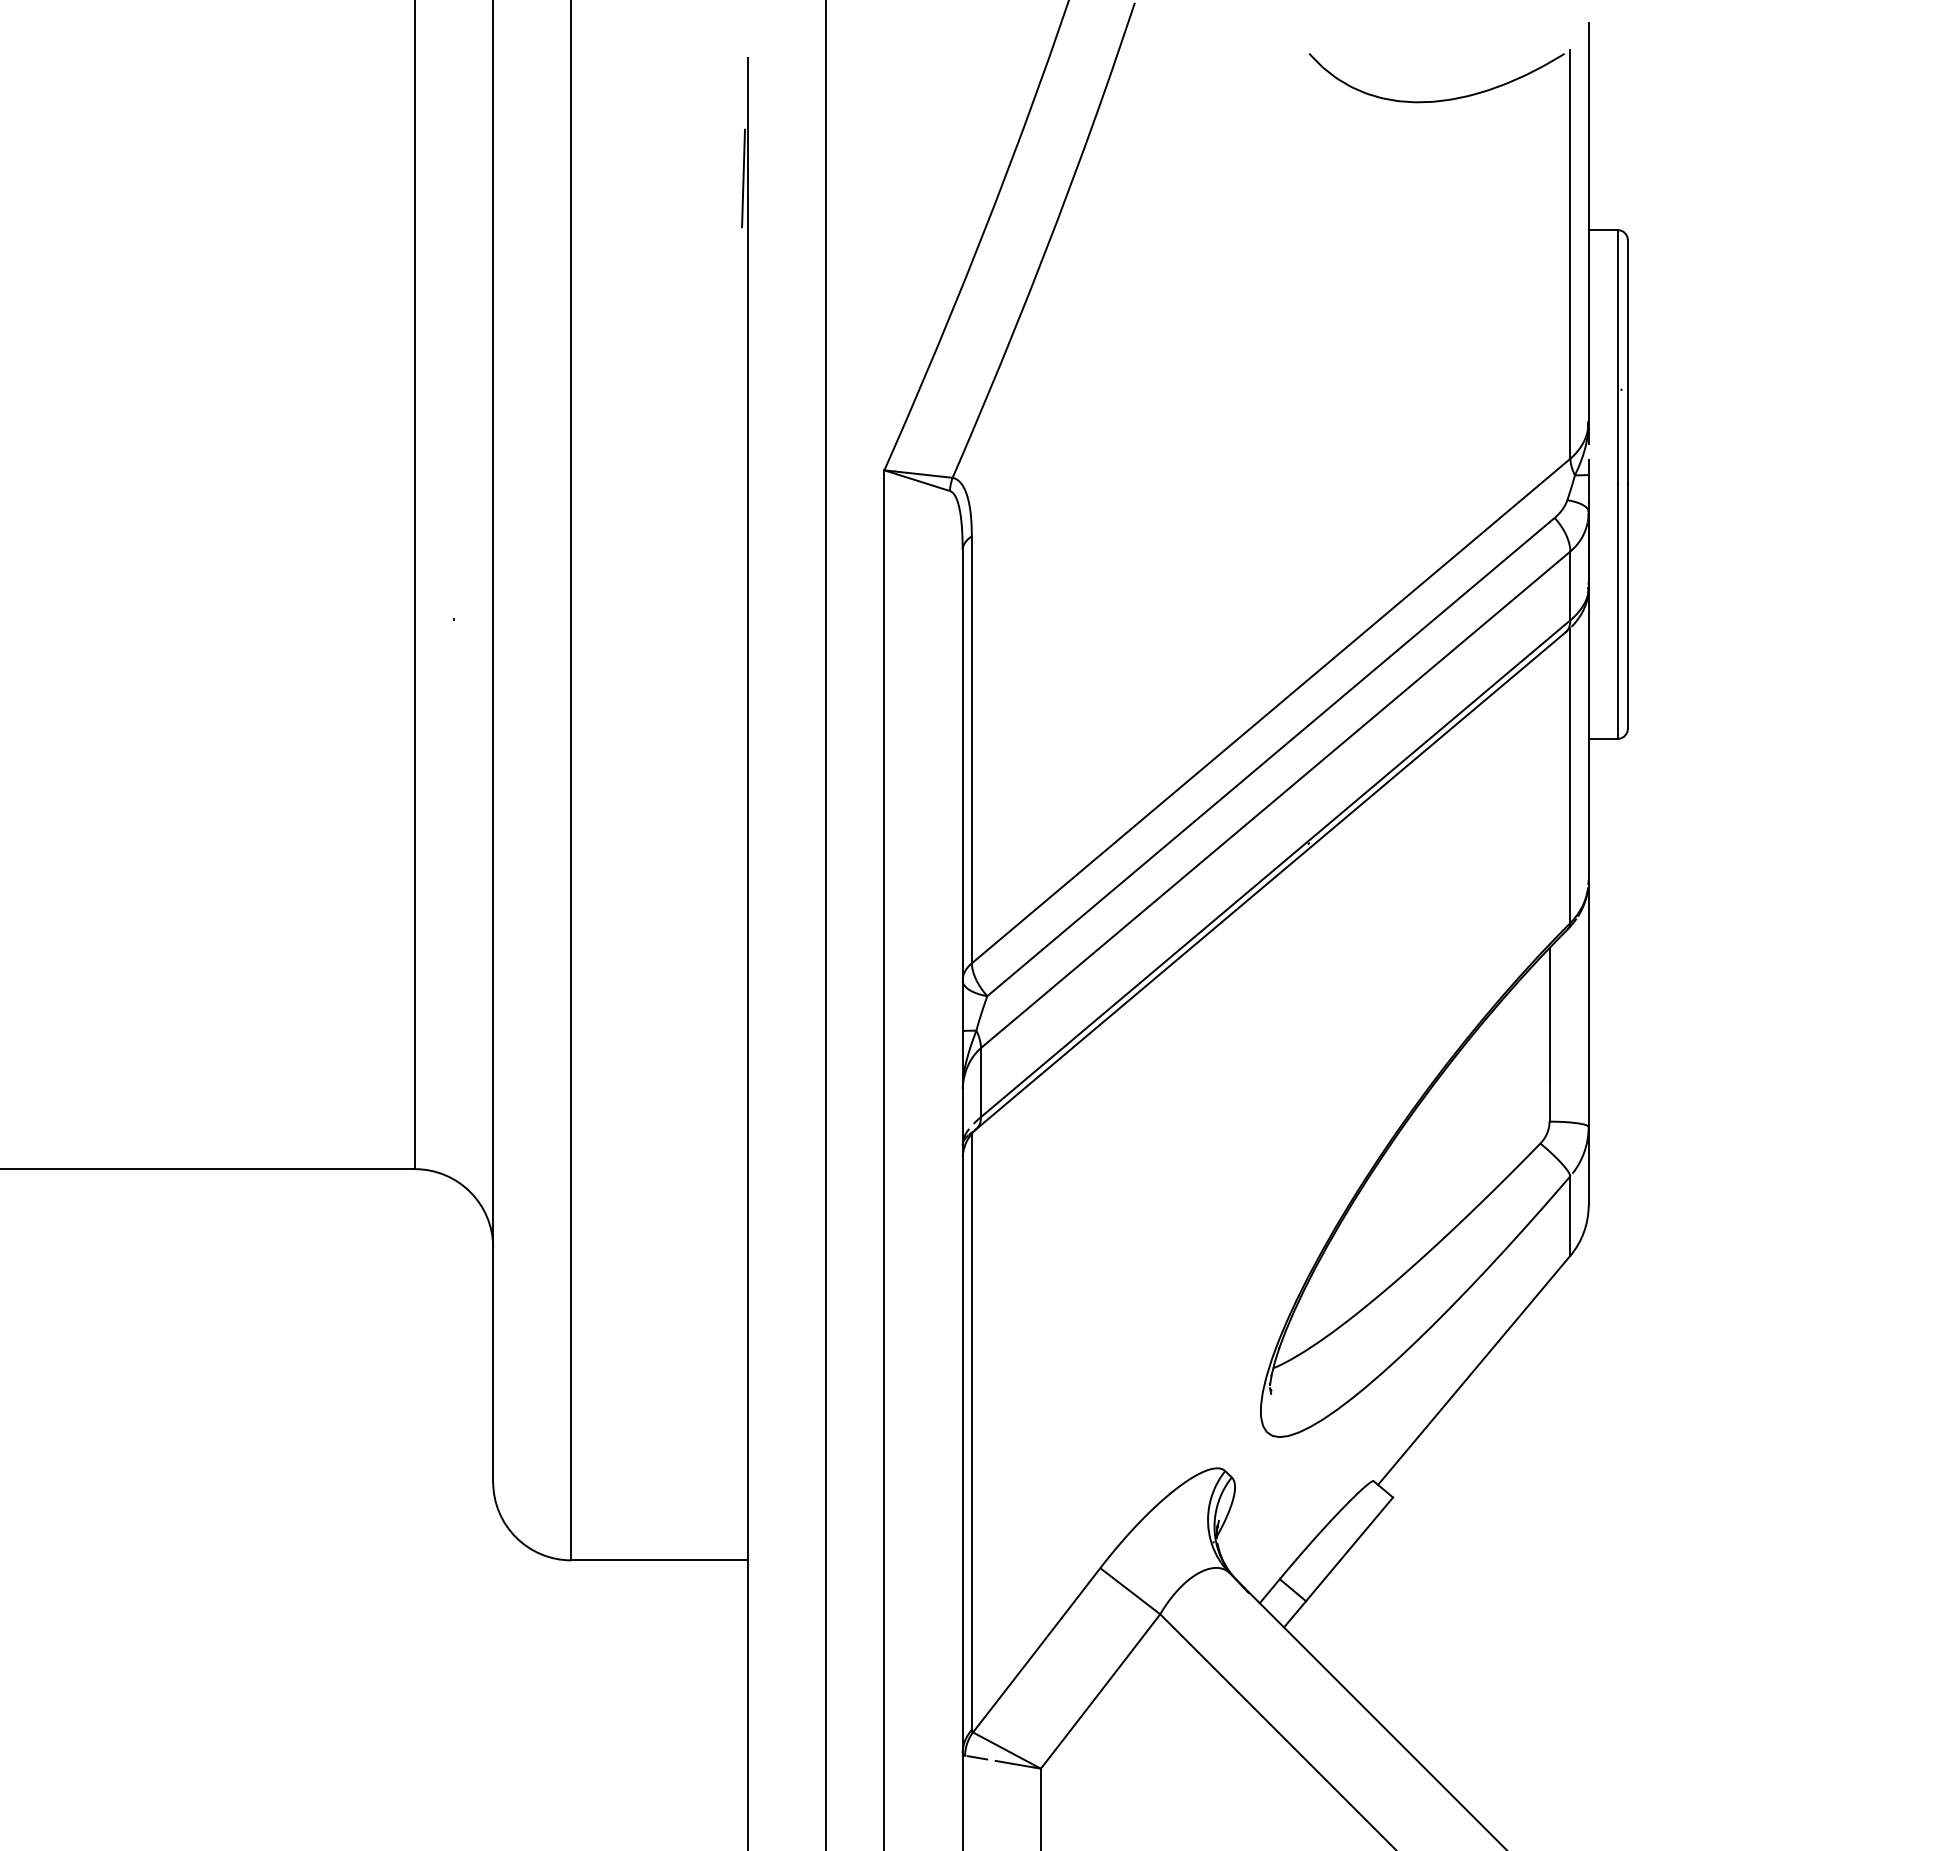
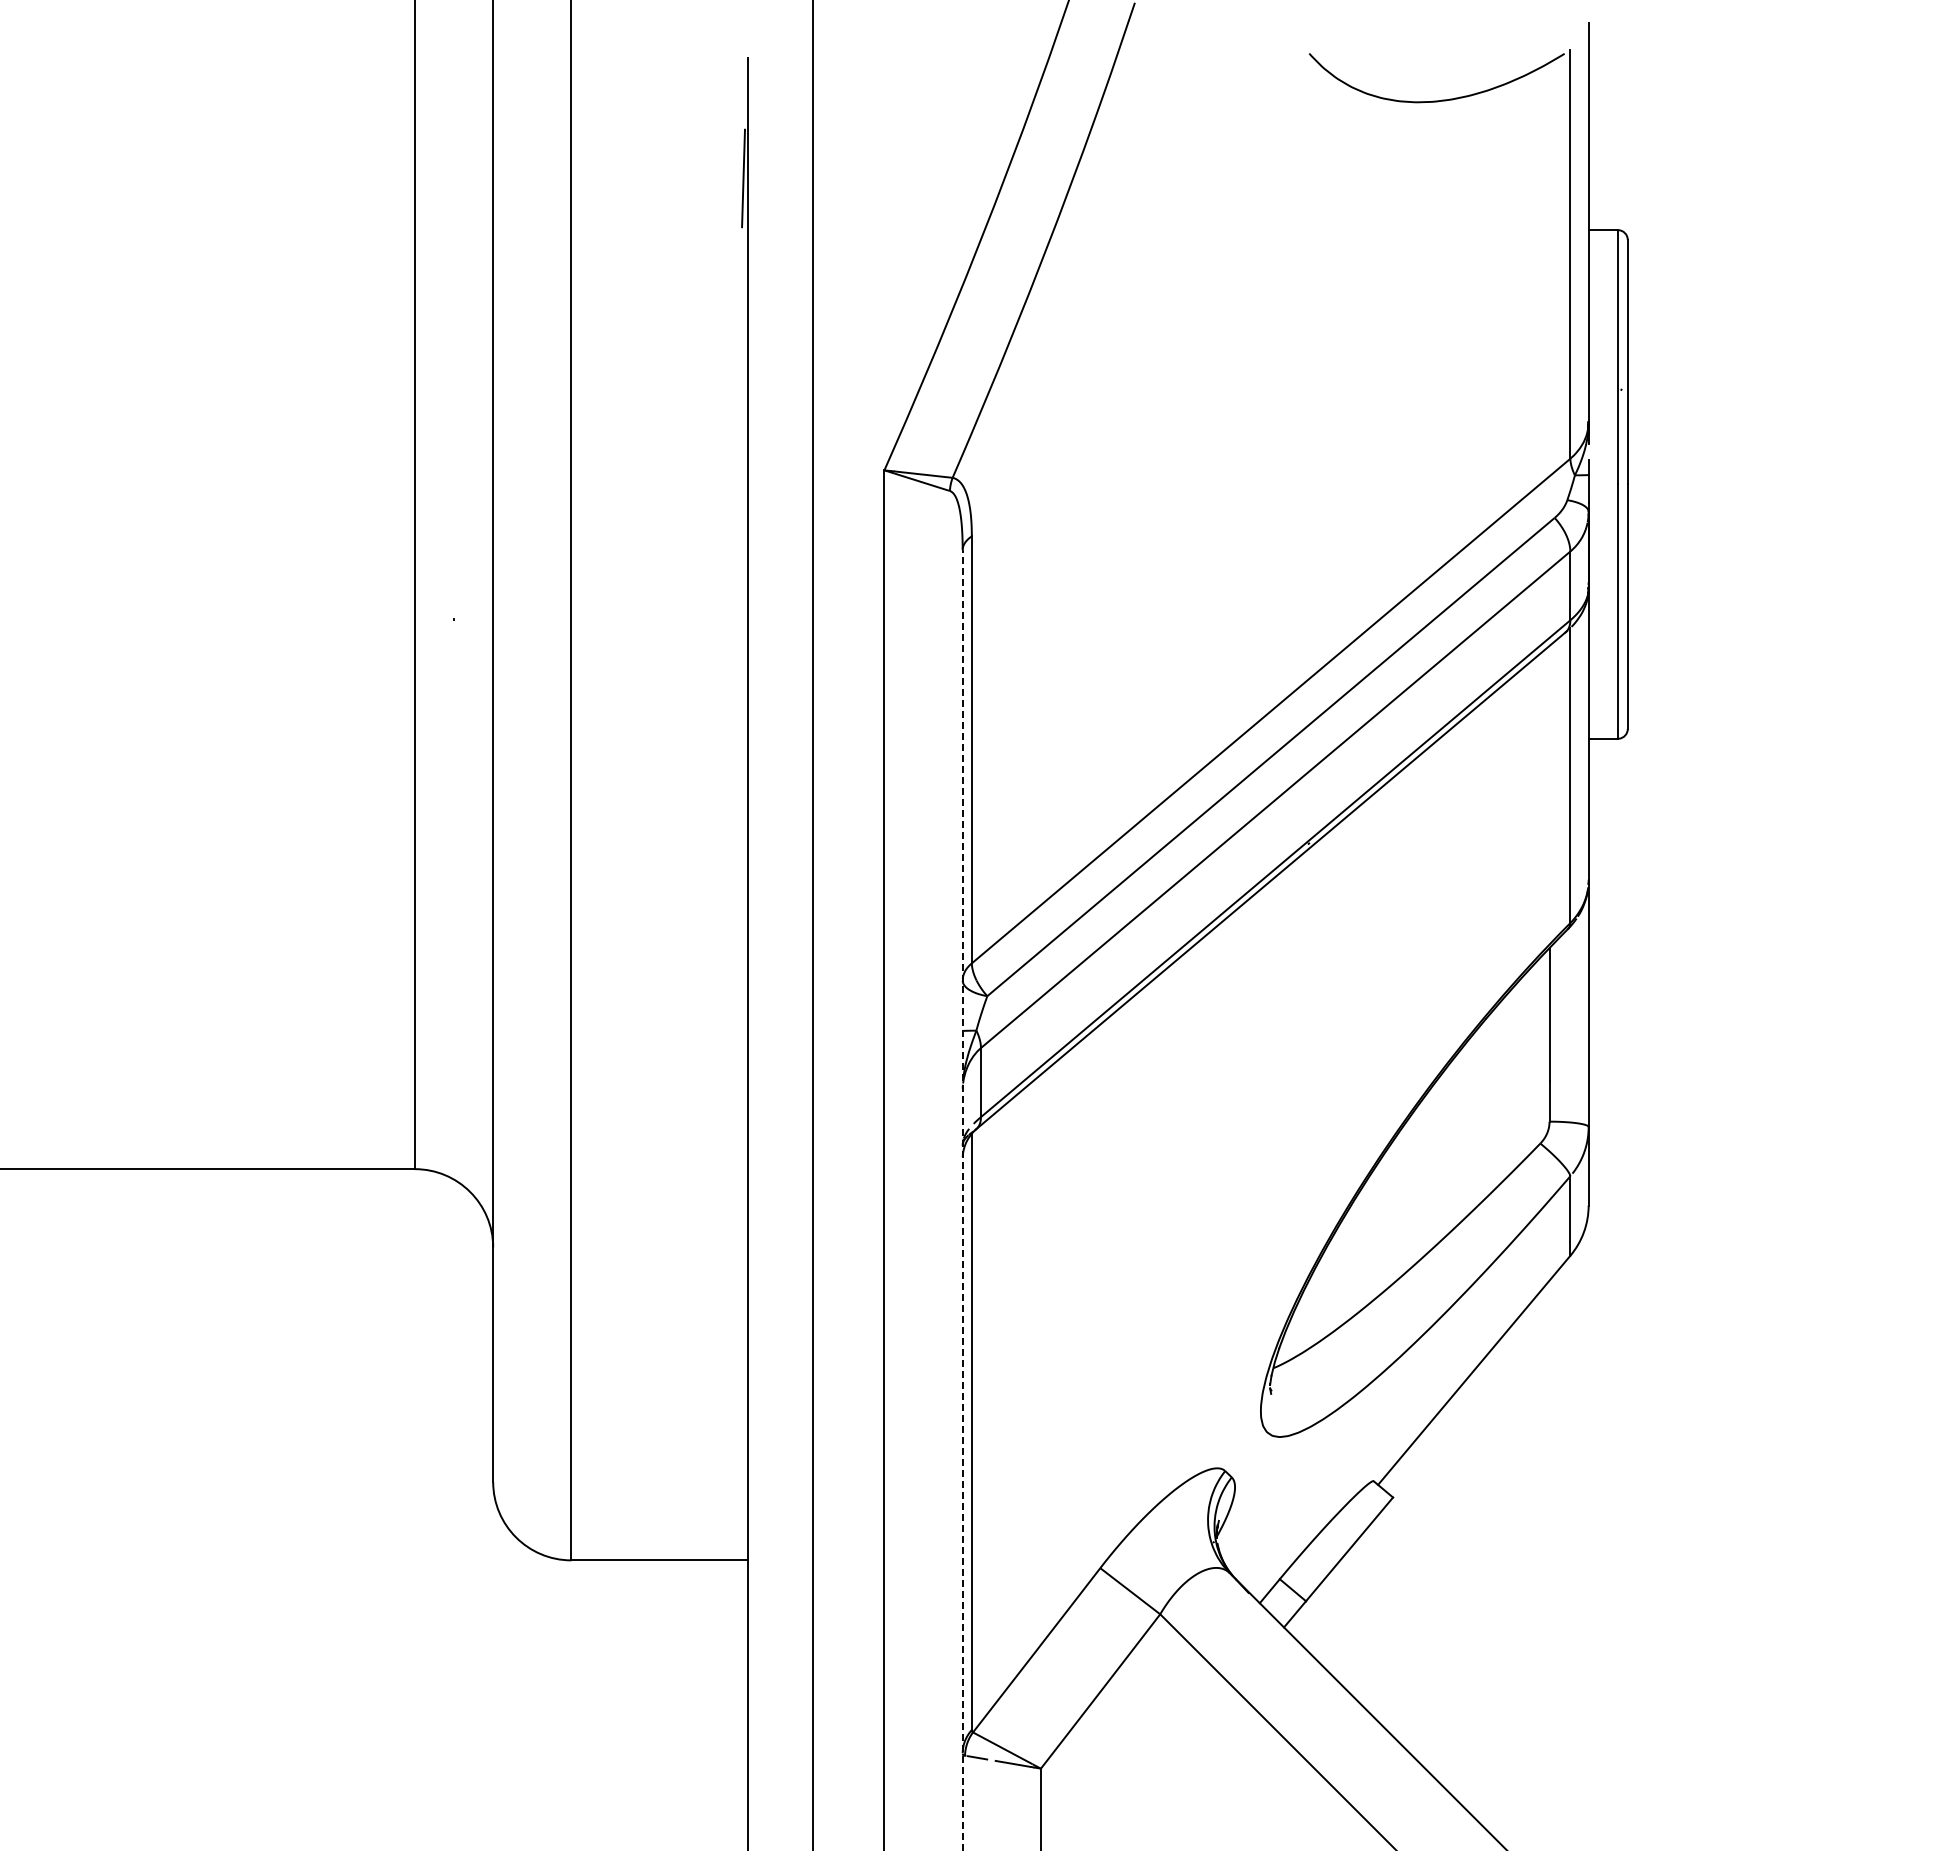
line at (825, 924) position: (825, 924) -> (812, 924)
line at (962, 1199): solid -> dashed
